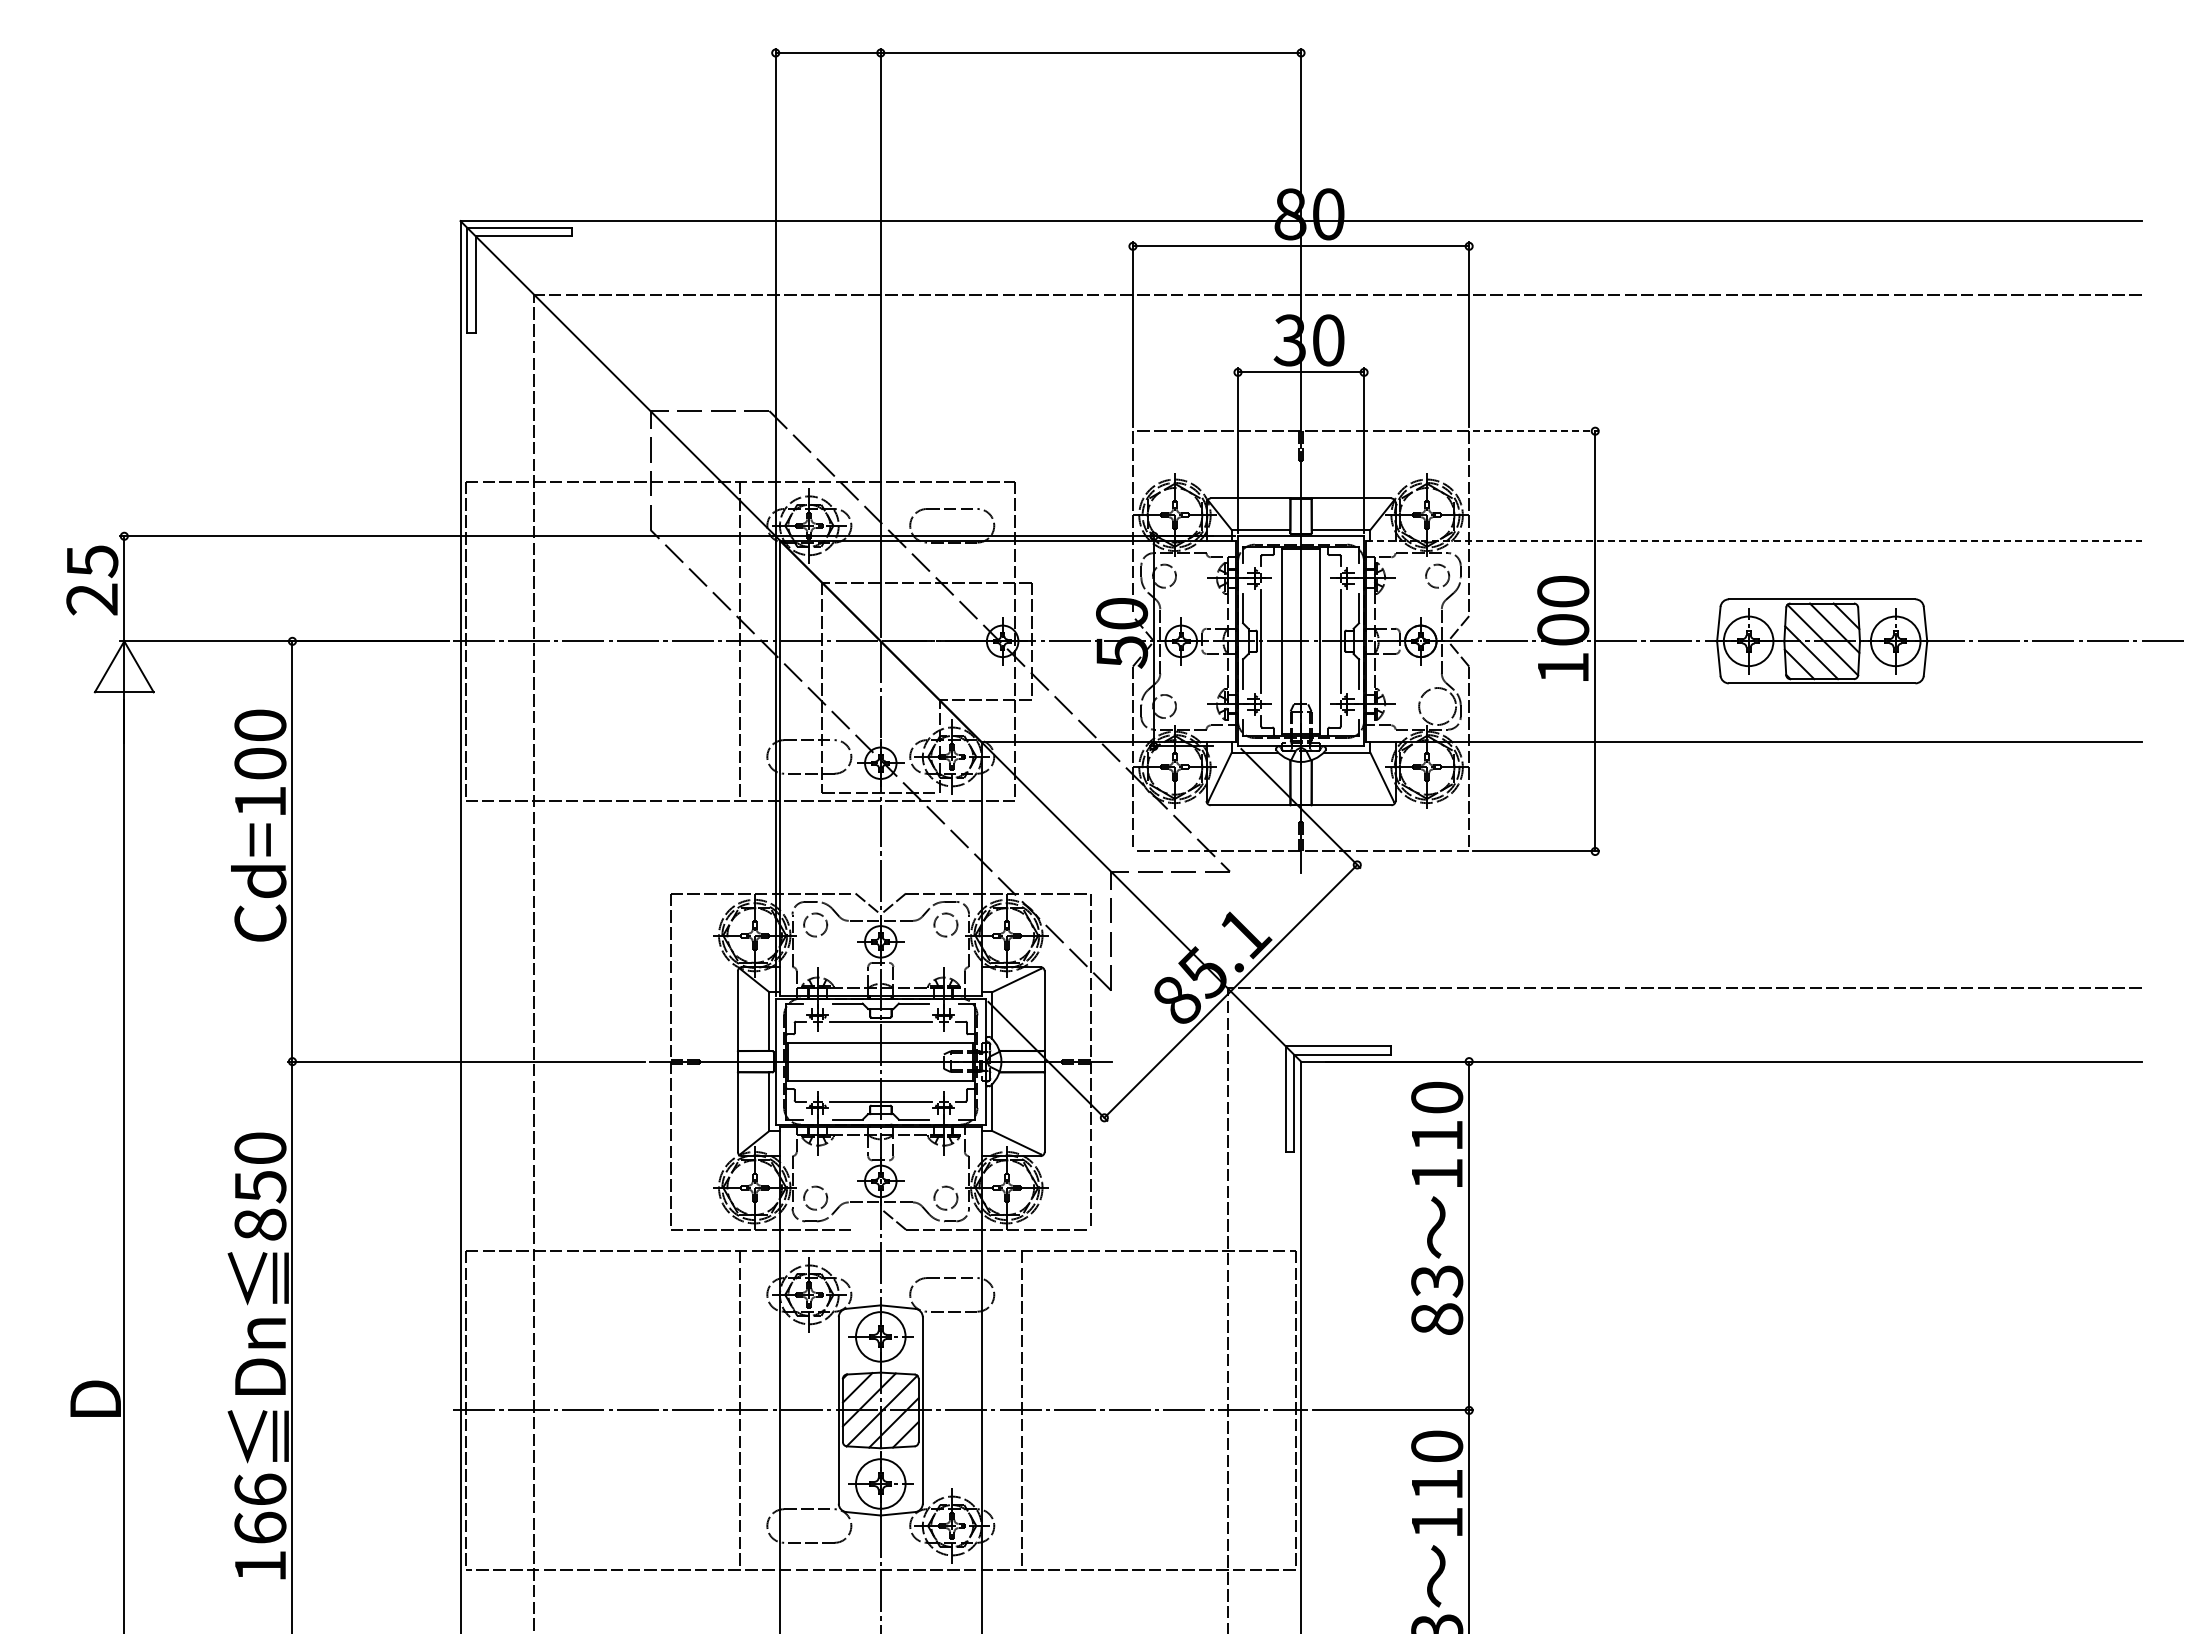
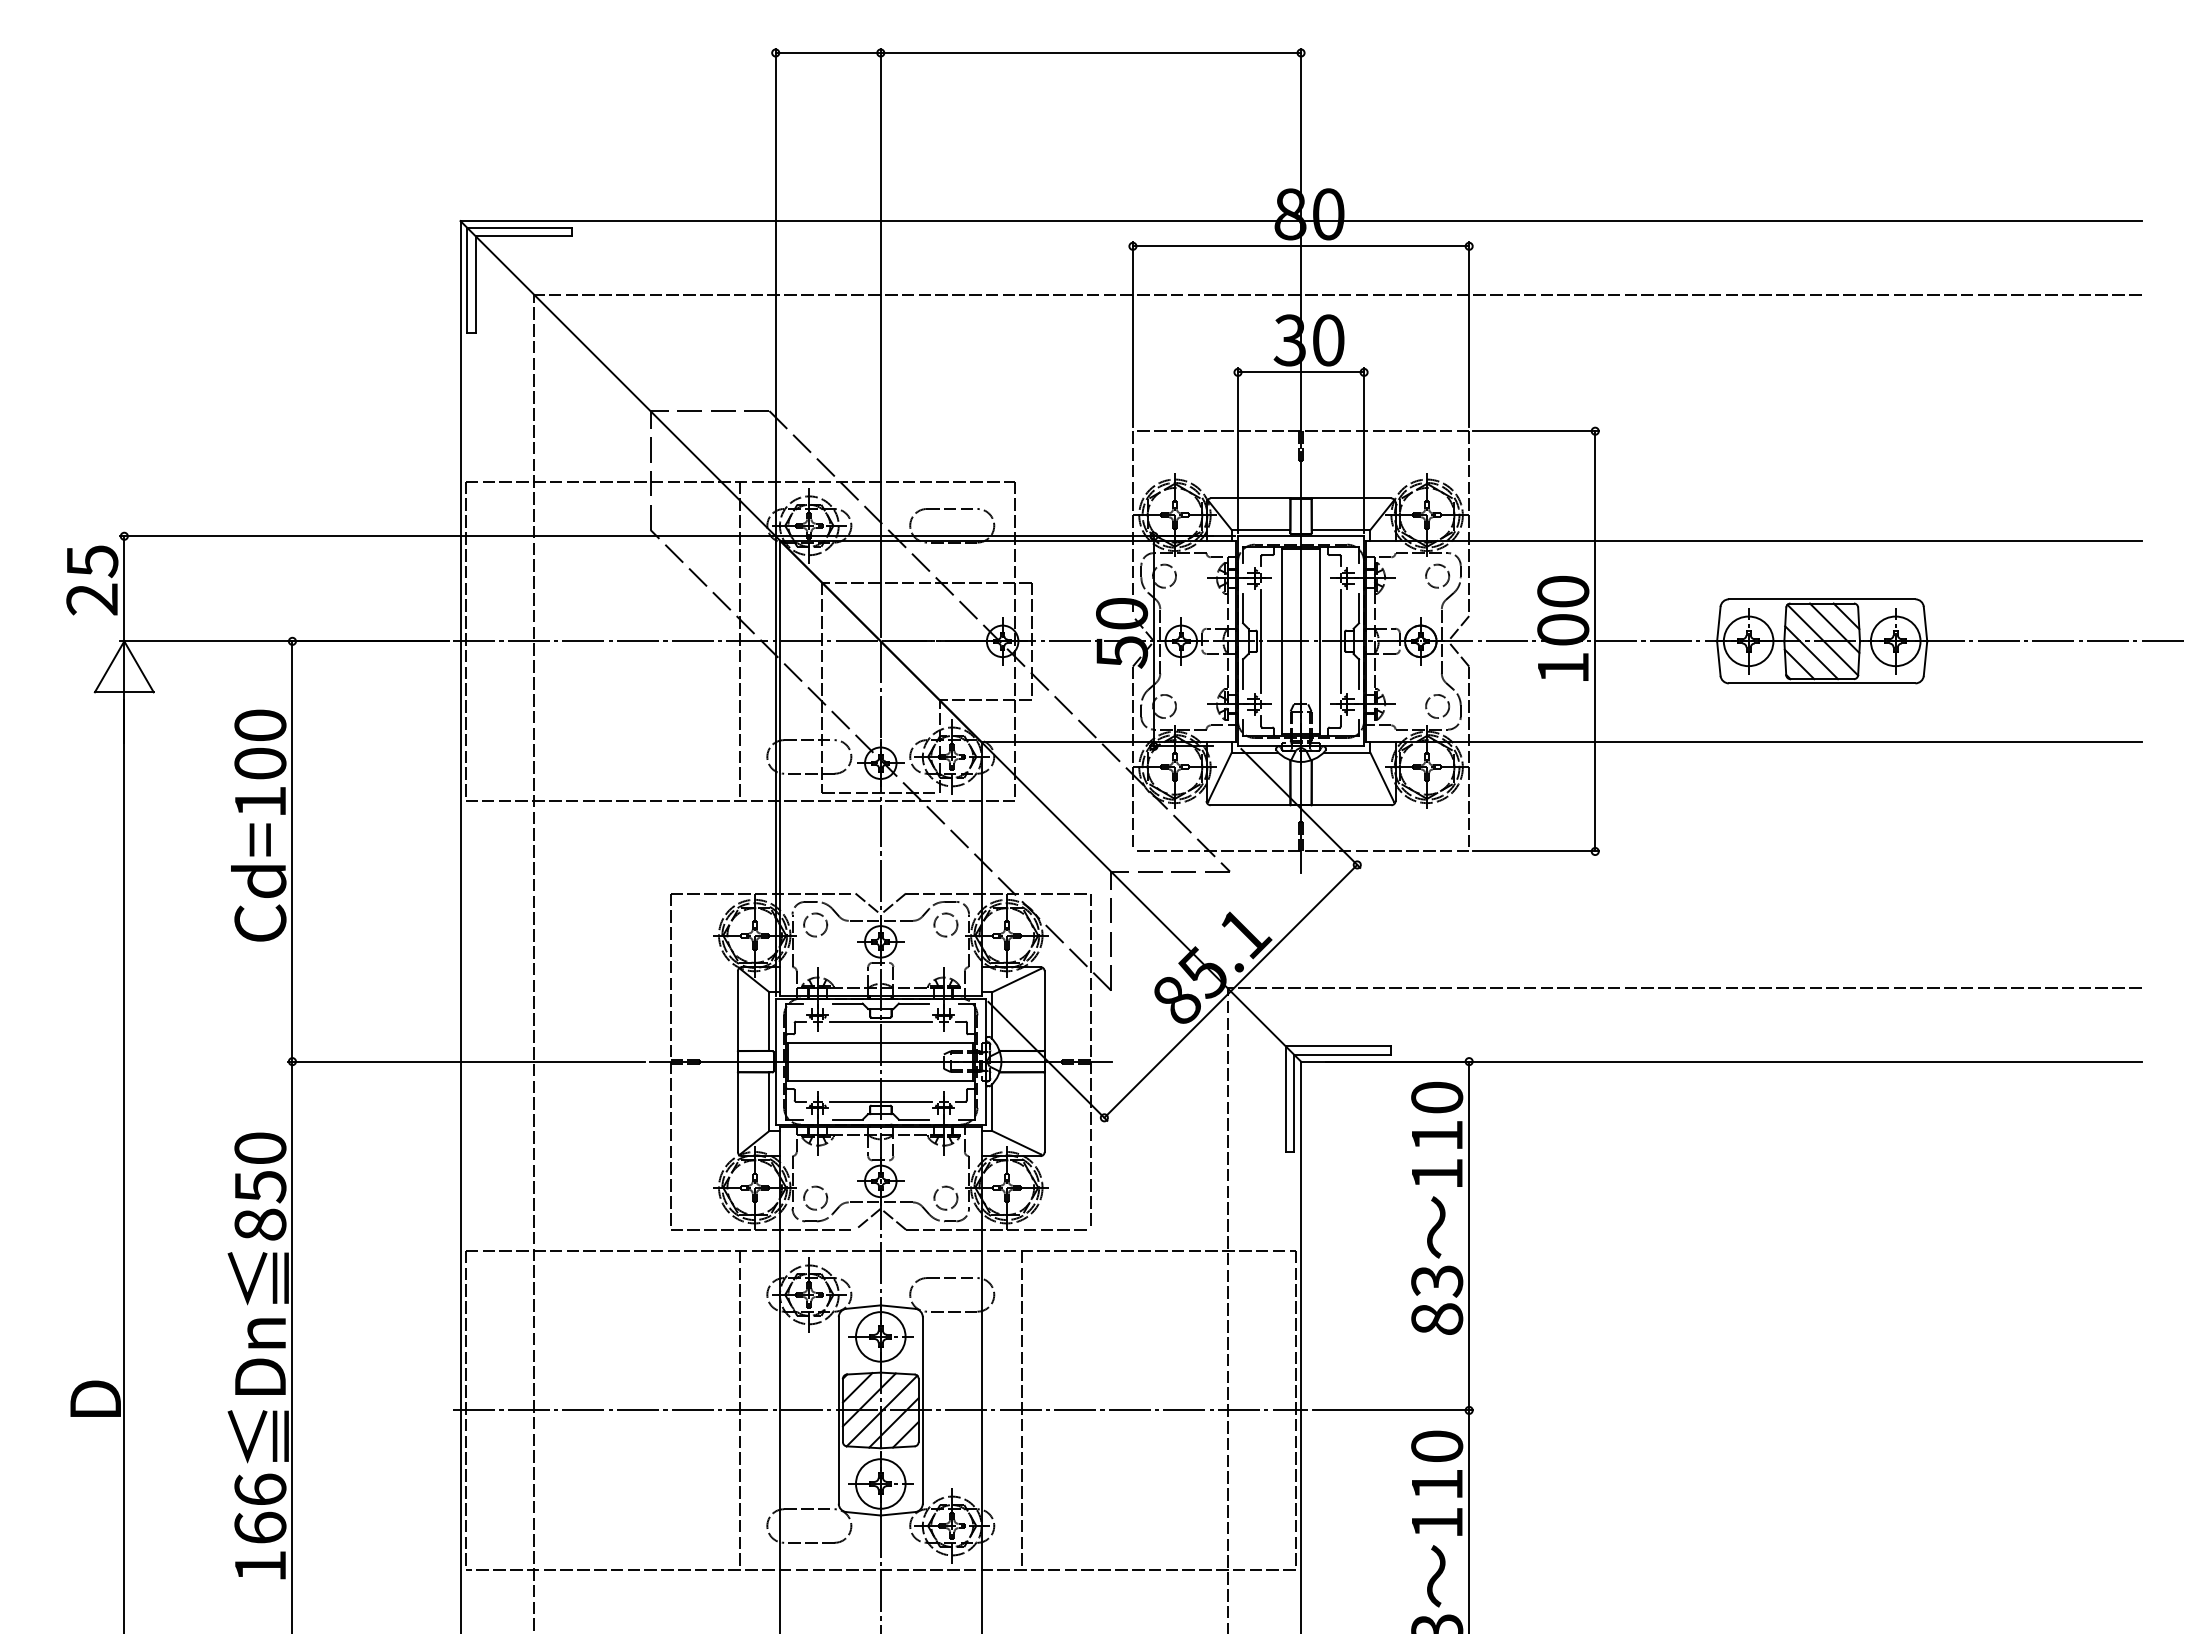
line at (1536, 431): dashed -> solid
line at (1753, 540): dashed -> solid
circle at (1437, 706) diameter: 37 px -> 23 px
line at (867, 1218): none -> present
